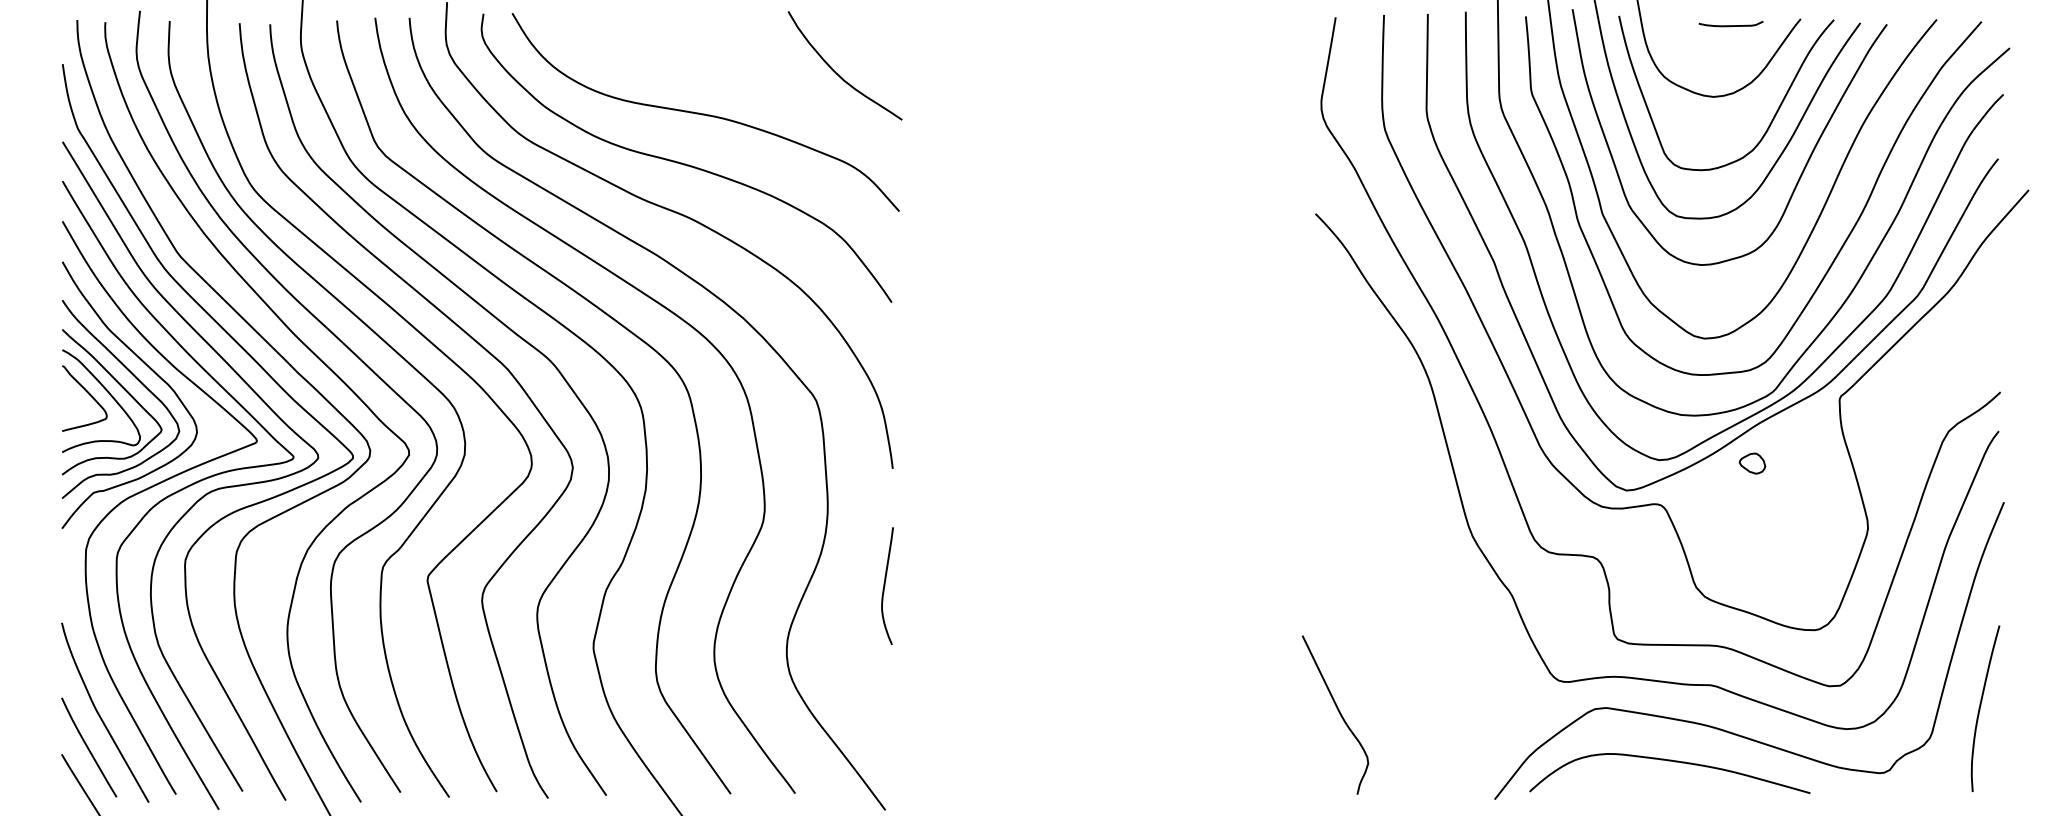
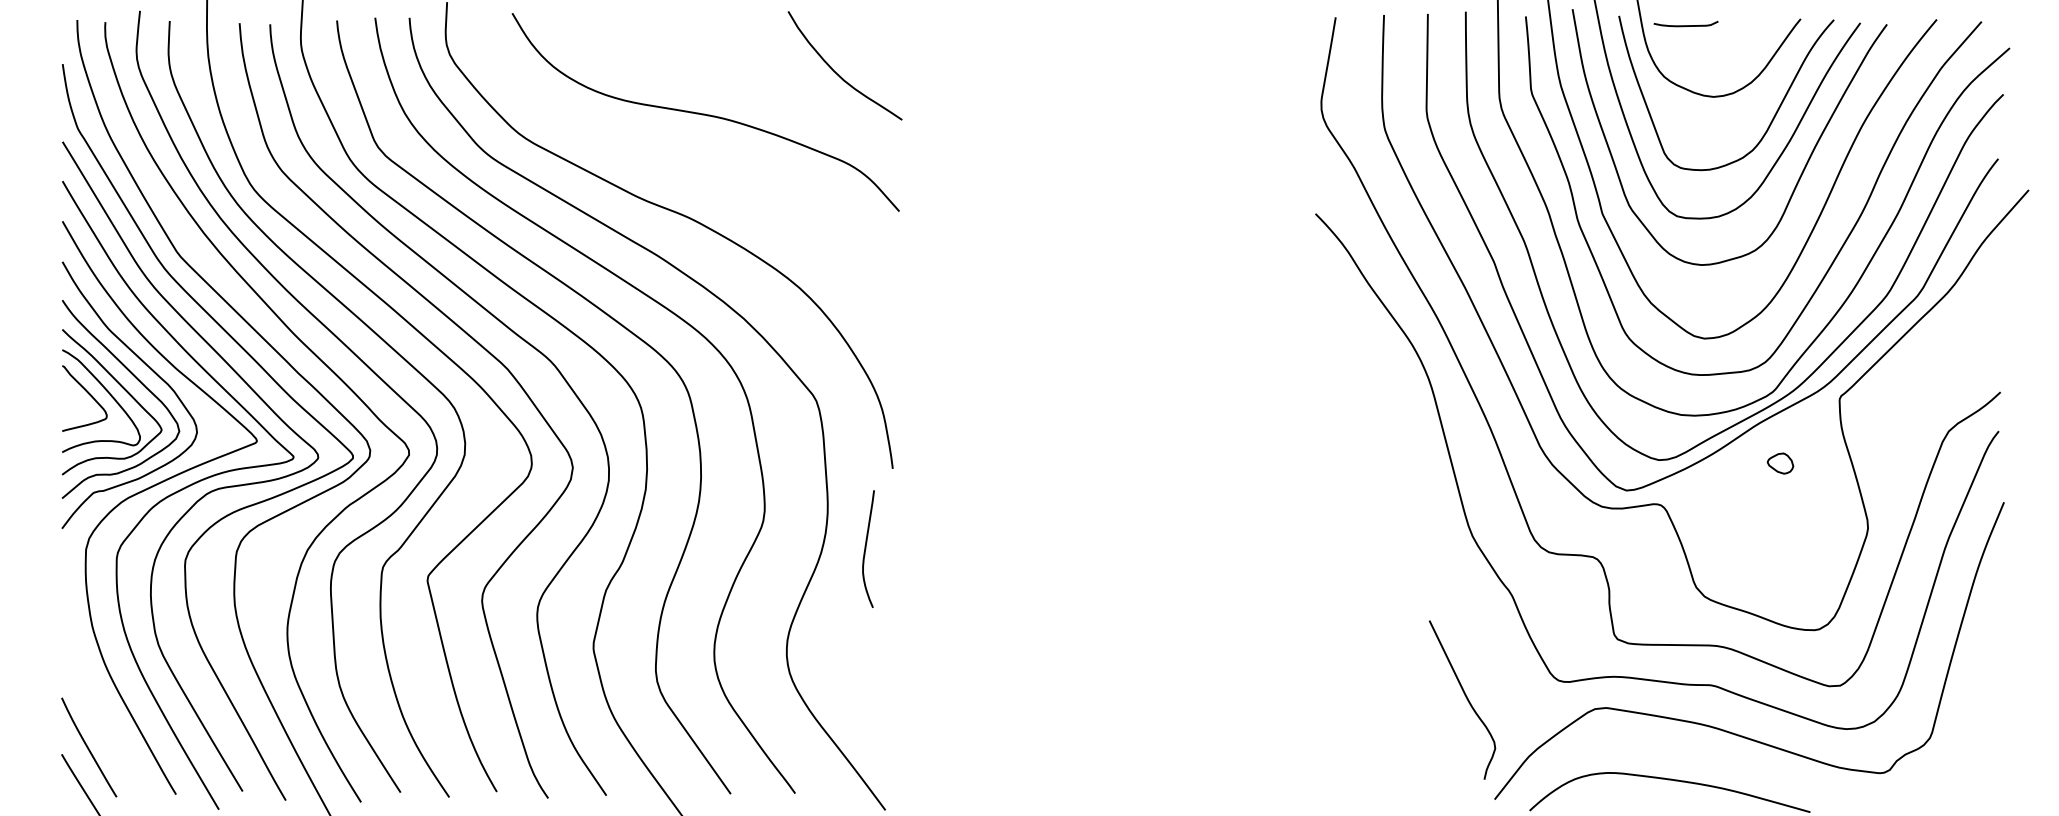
curve at (1730, 25) position: (1730, 25) -> (1685, 25)
curve at (685, 163): present -> none
part at (1752, 463) position: (1752, 463) -> (1780, 463)
curve at (885, 585) position: (885, 585) -> (866, 548)
curve at (1981, 705): present -> none
curve at (1338, 712) position: (1338, 712) -> (1465, 697)
curve at (100, 715): present -> none
curve at (1669, 761) position: (1669, 761) -> (1669, 780)
